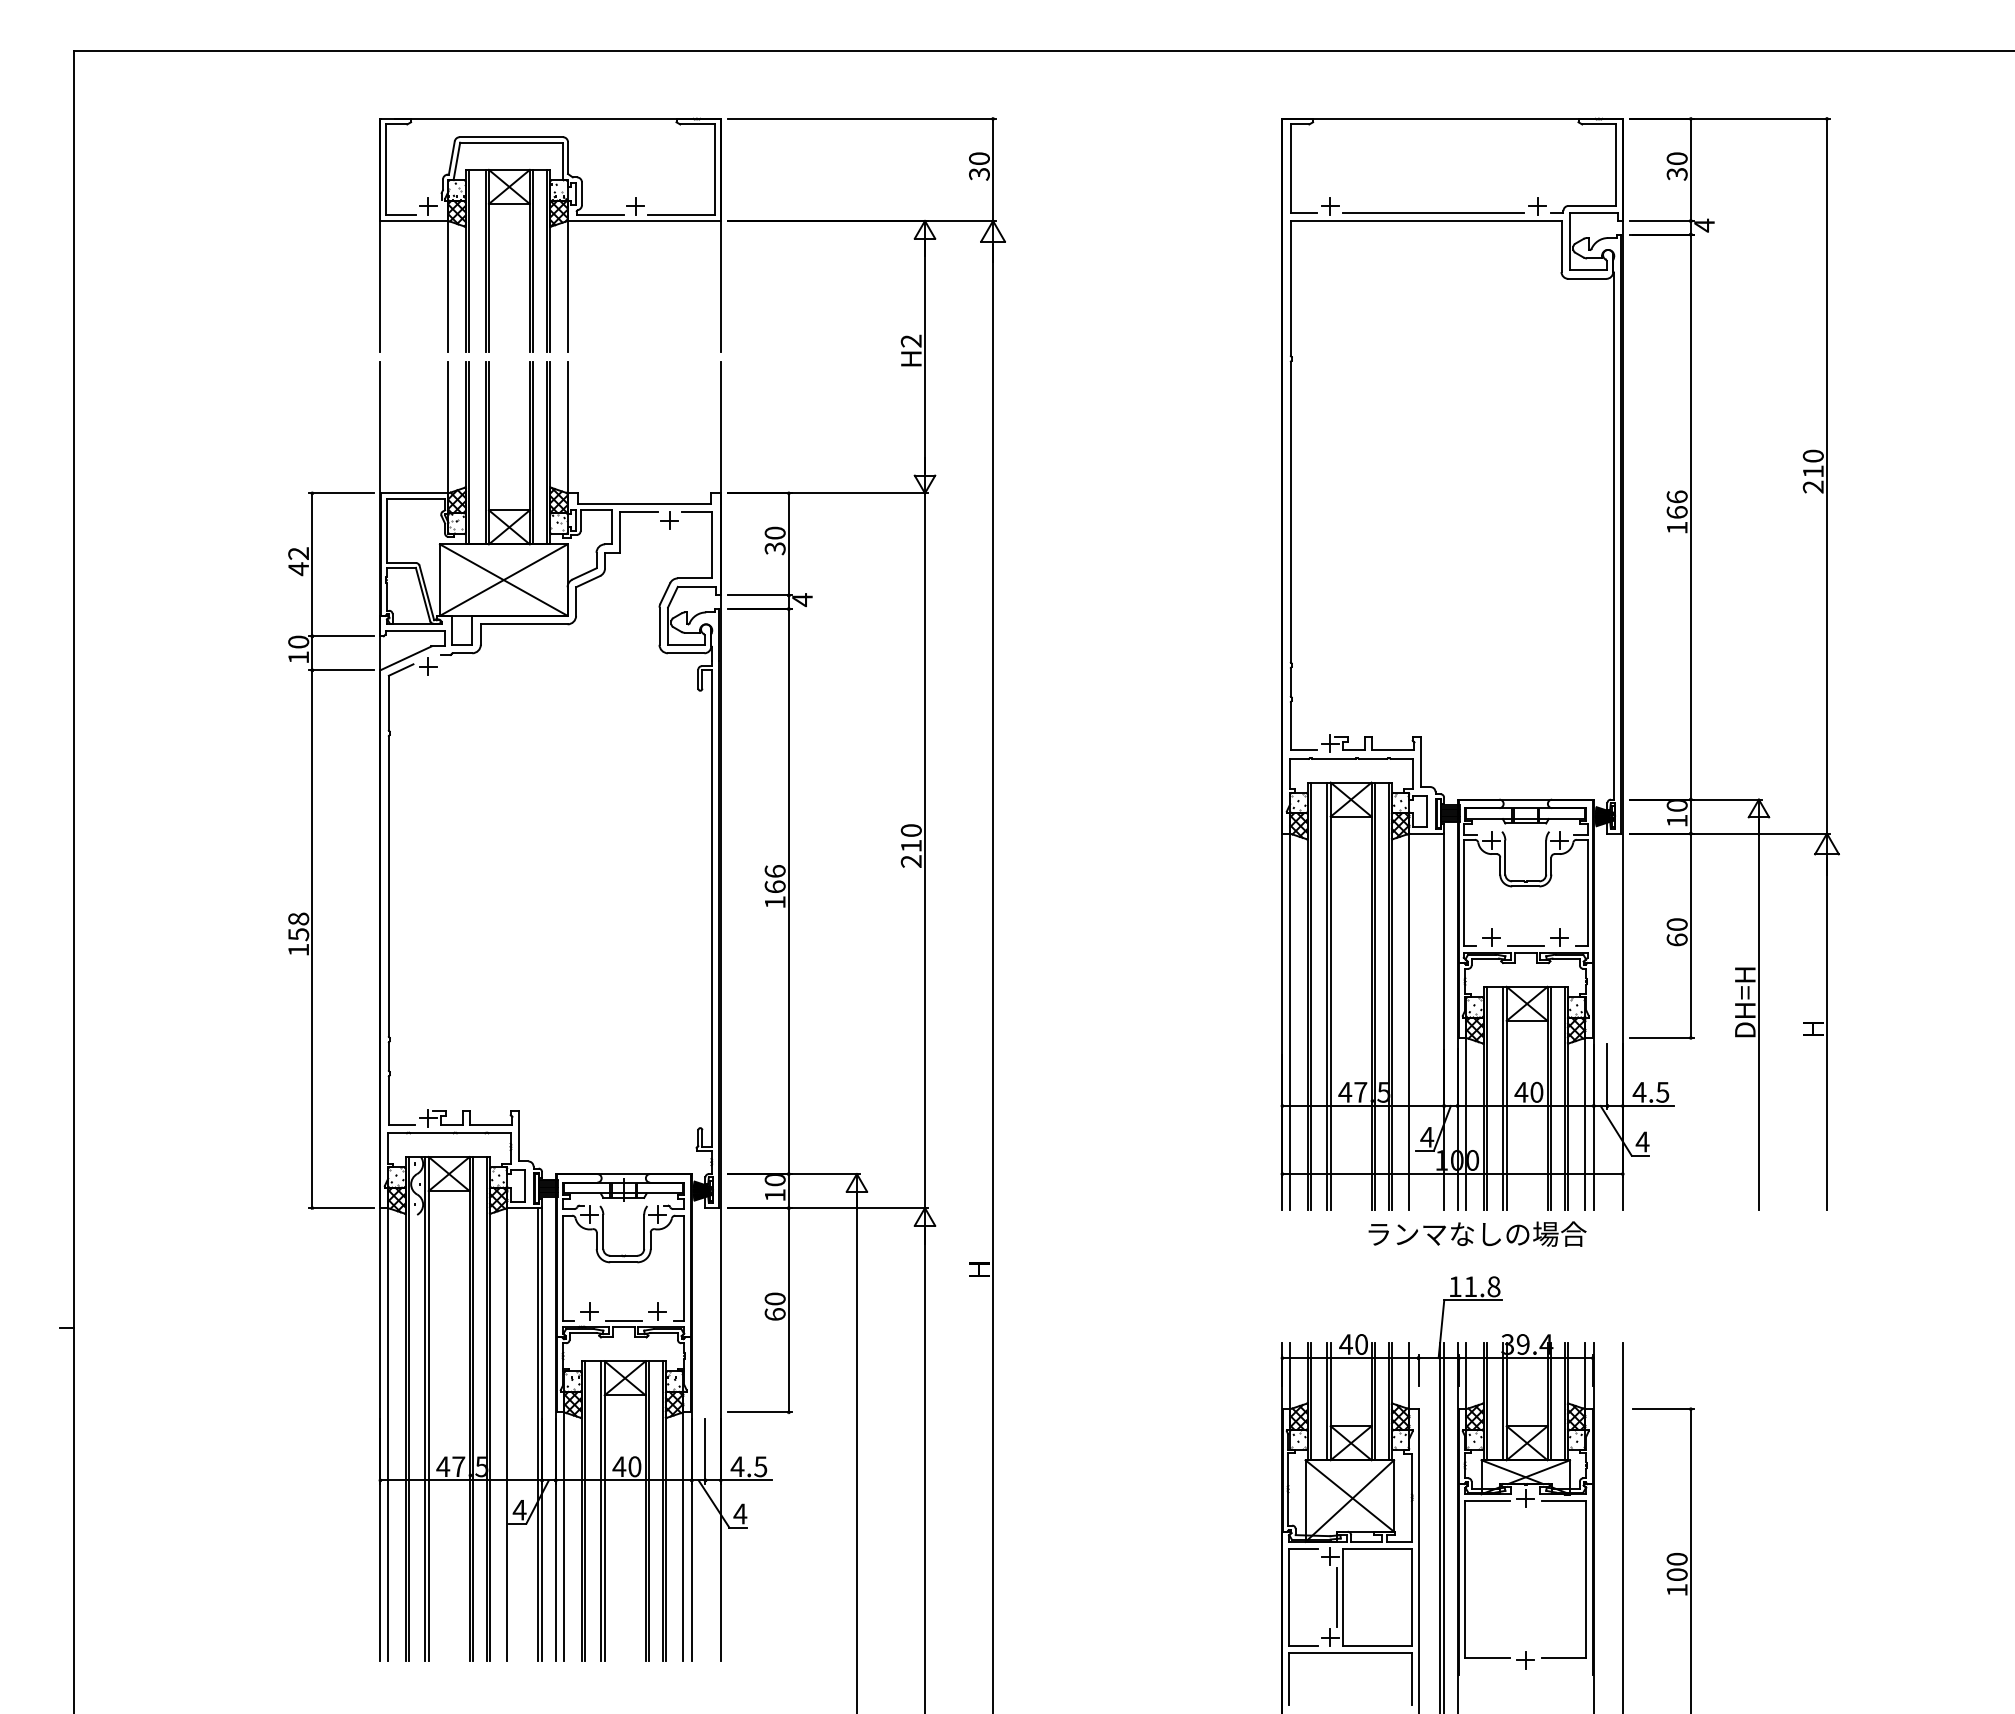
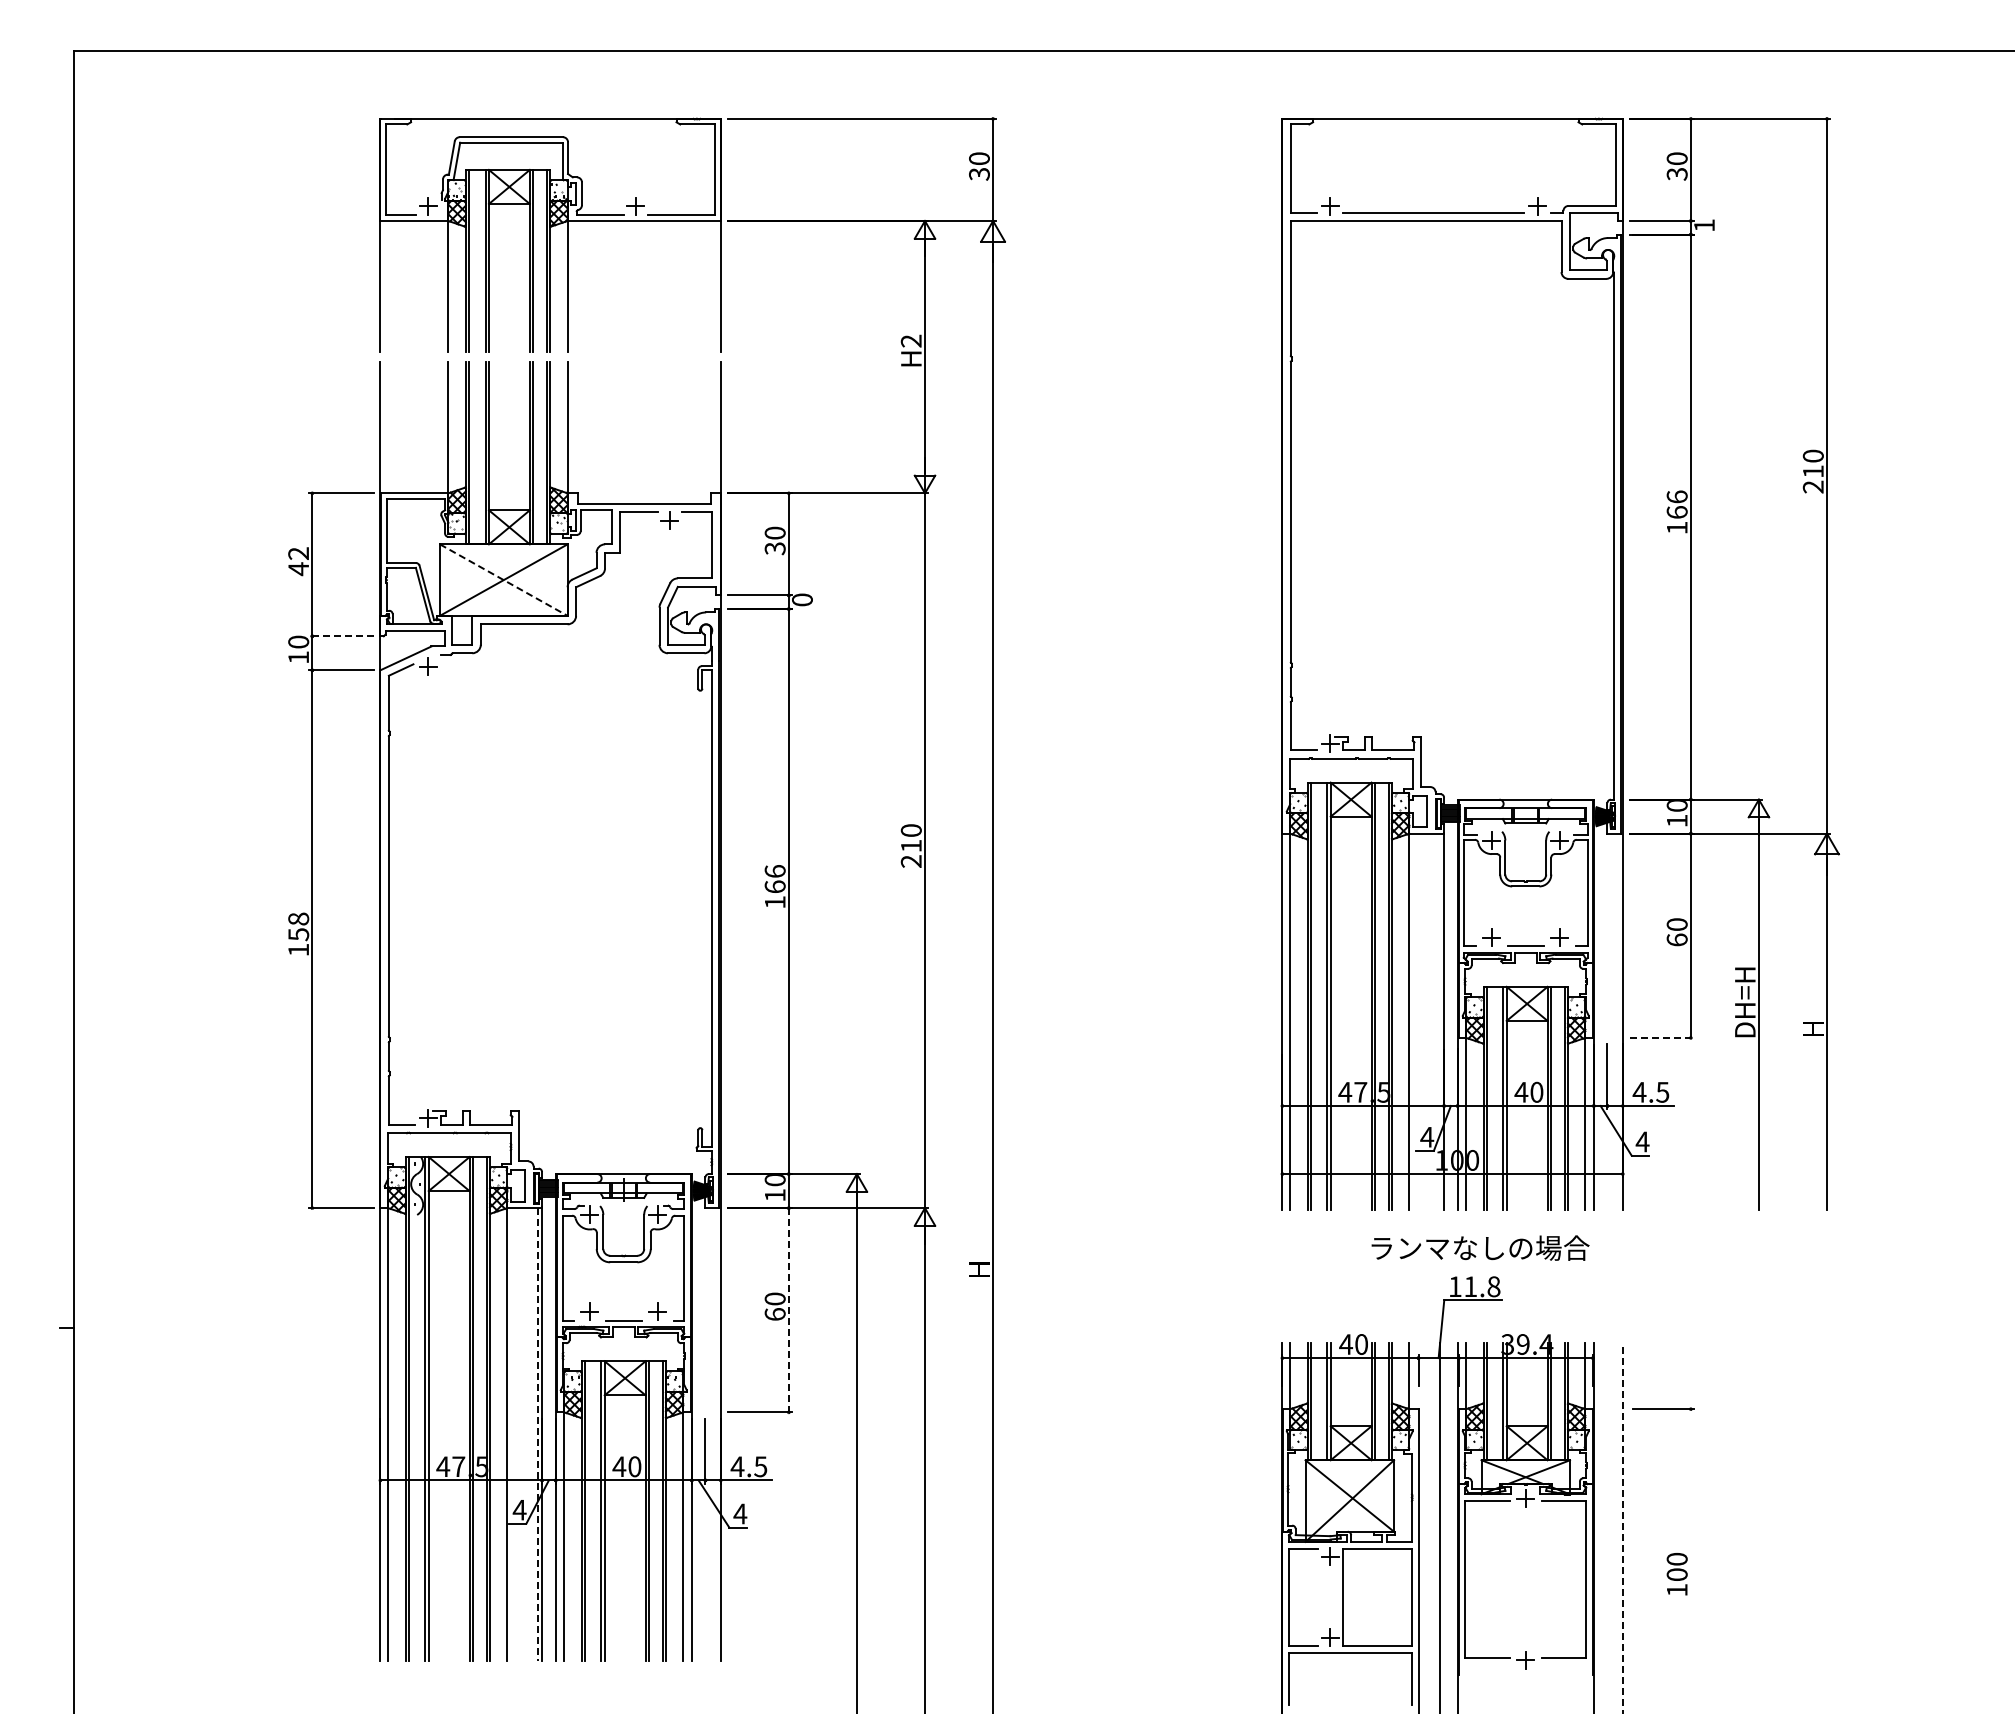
text at (1704, 225): 4 -> 1
line at (504, 580): solid -> dashed
text at (802, 600): 4 -> 0
line at (340, 636): solid -> dashed
line at (1662, 1037): solid -> dashed
text at (1477, 1233) position: (1477, 1233) -> (1480, 1247)
line at (788, 1310): solid -> dashed
line at (537, 1434): solid -> dashed
line at (1444, 1526): present -> none
line at (1622, 1527): solid -> dashed
line at (1690, 1559): present -> none
line at (1336, 1596): present -> none
